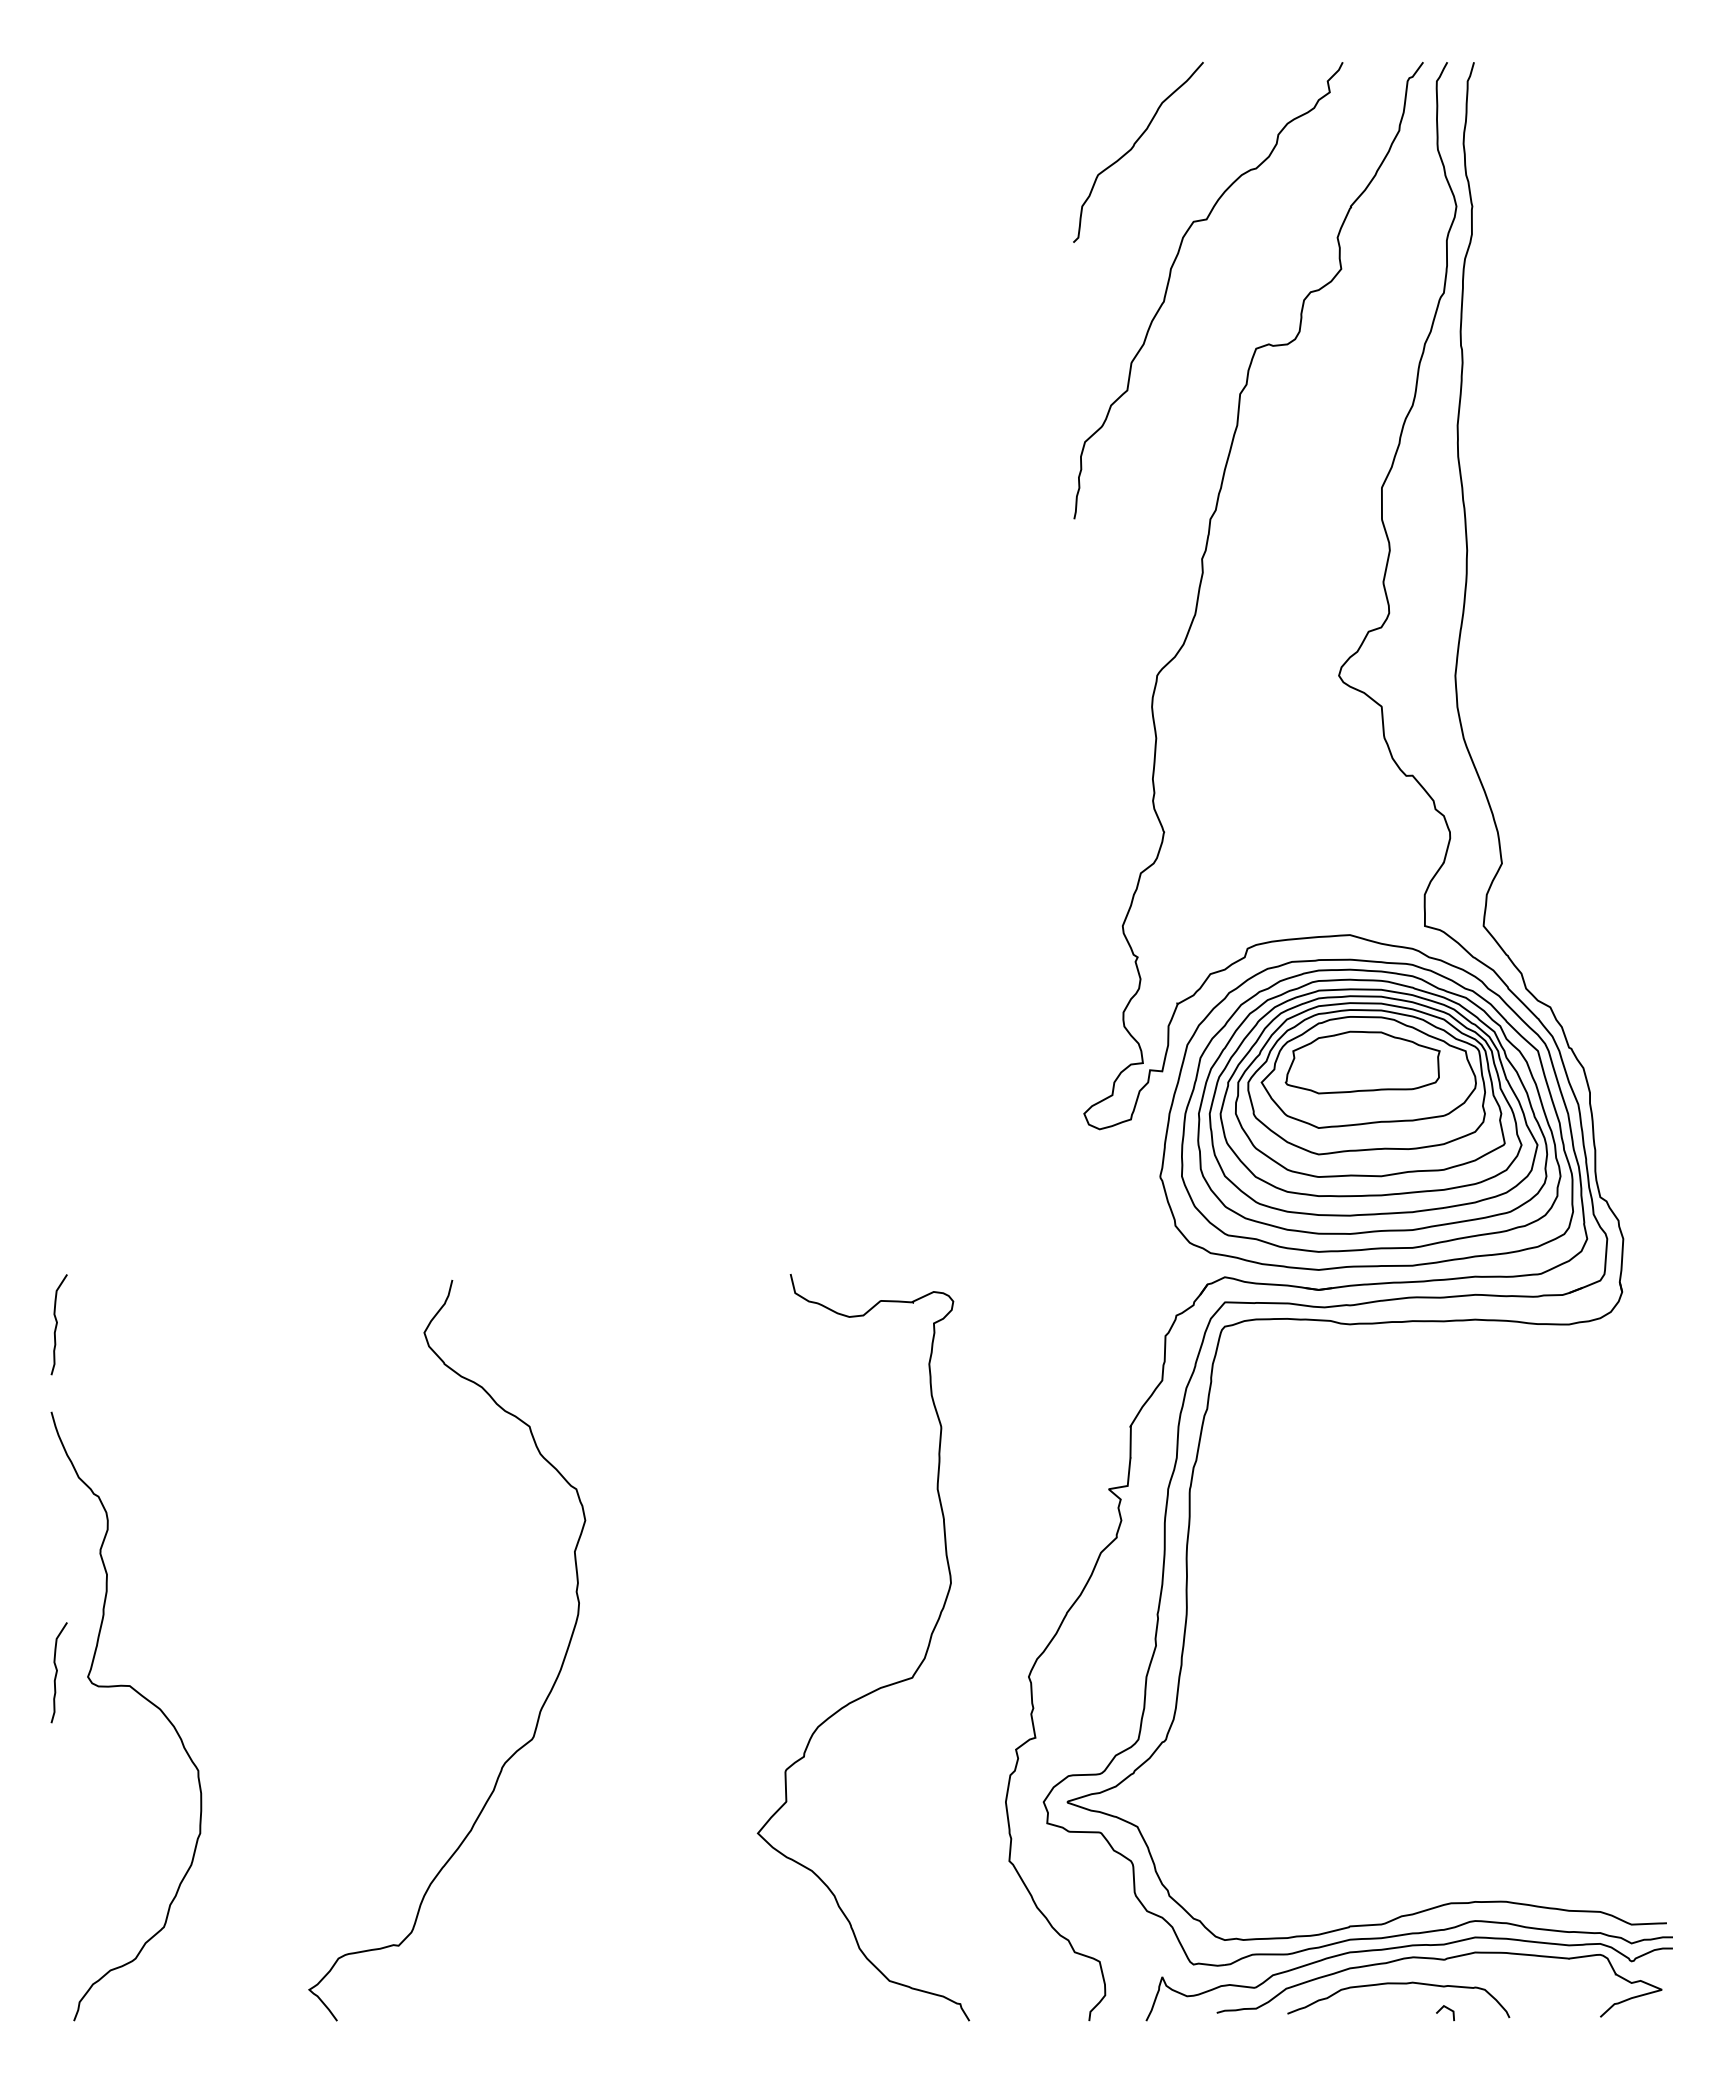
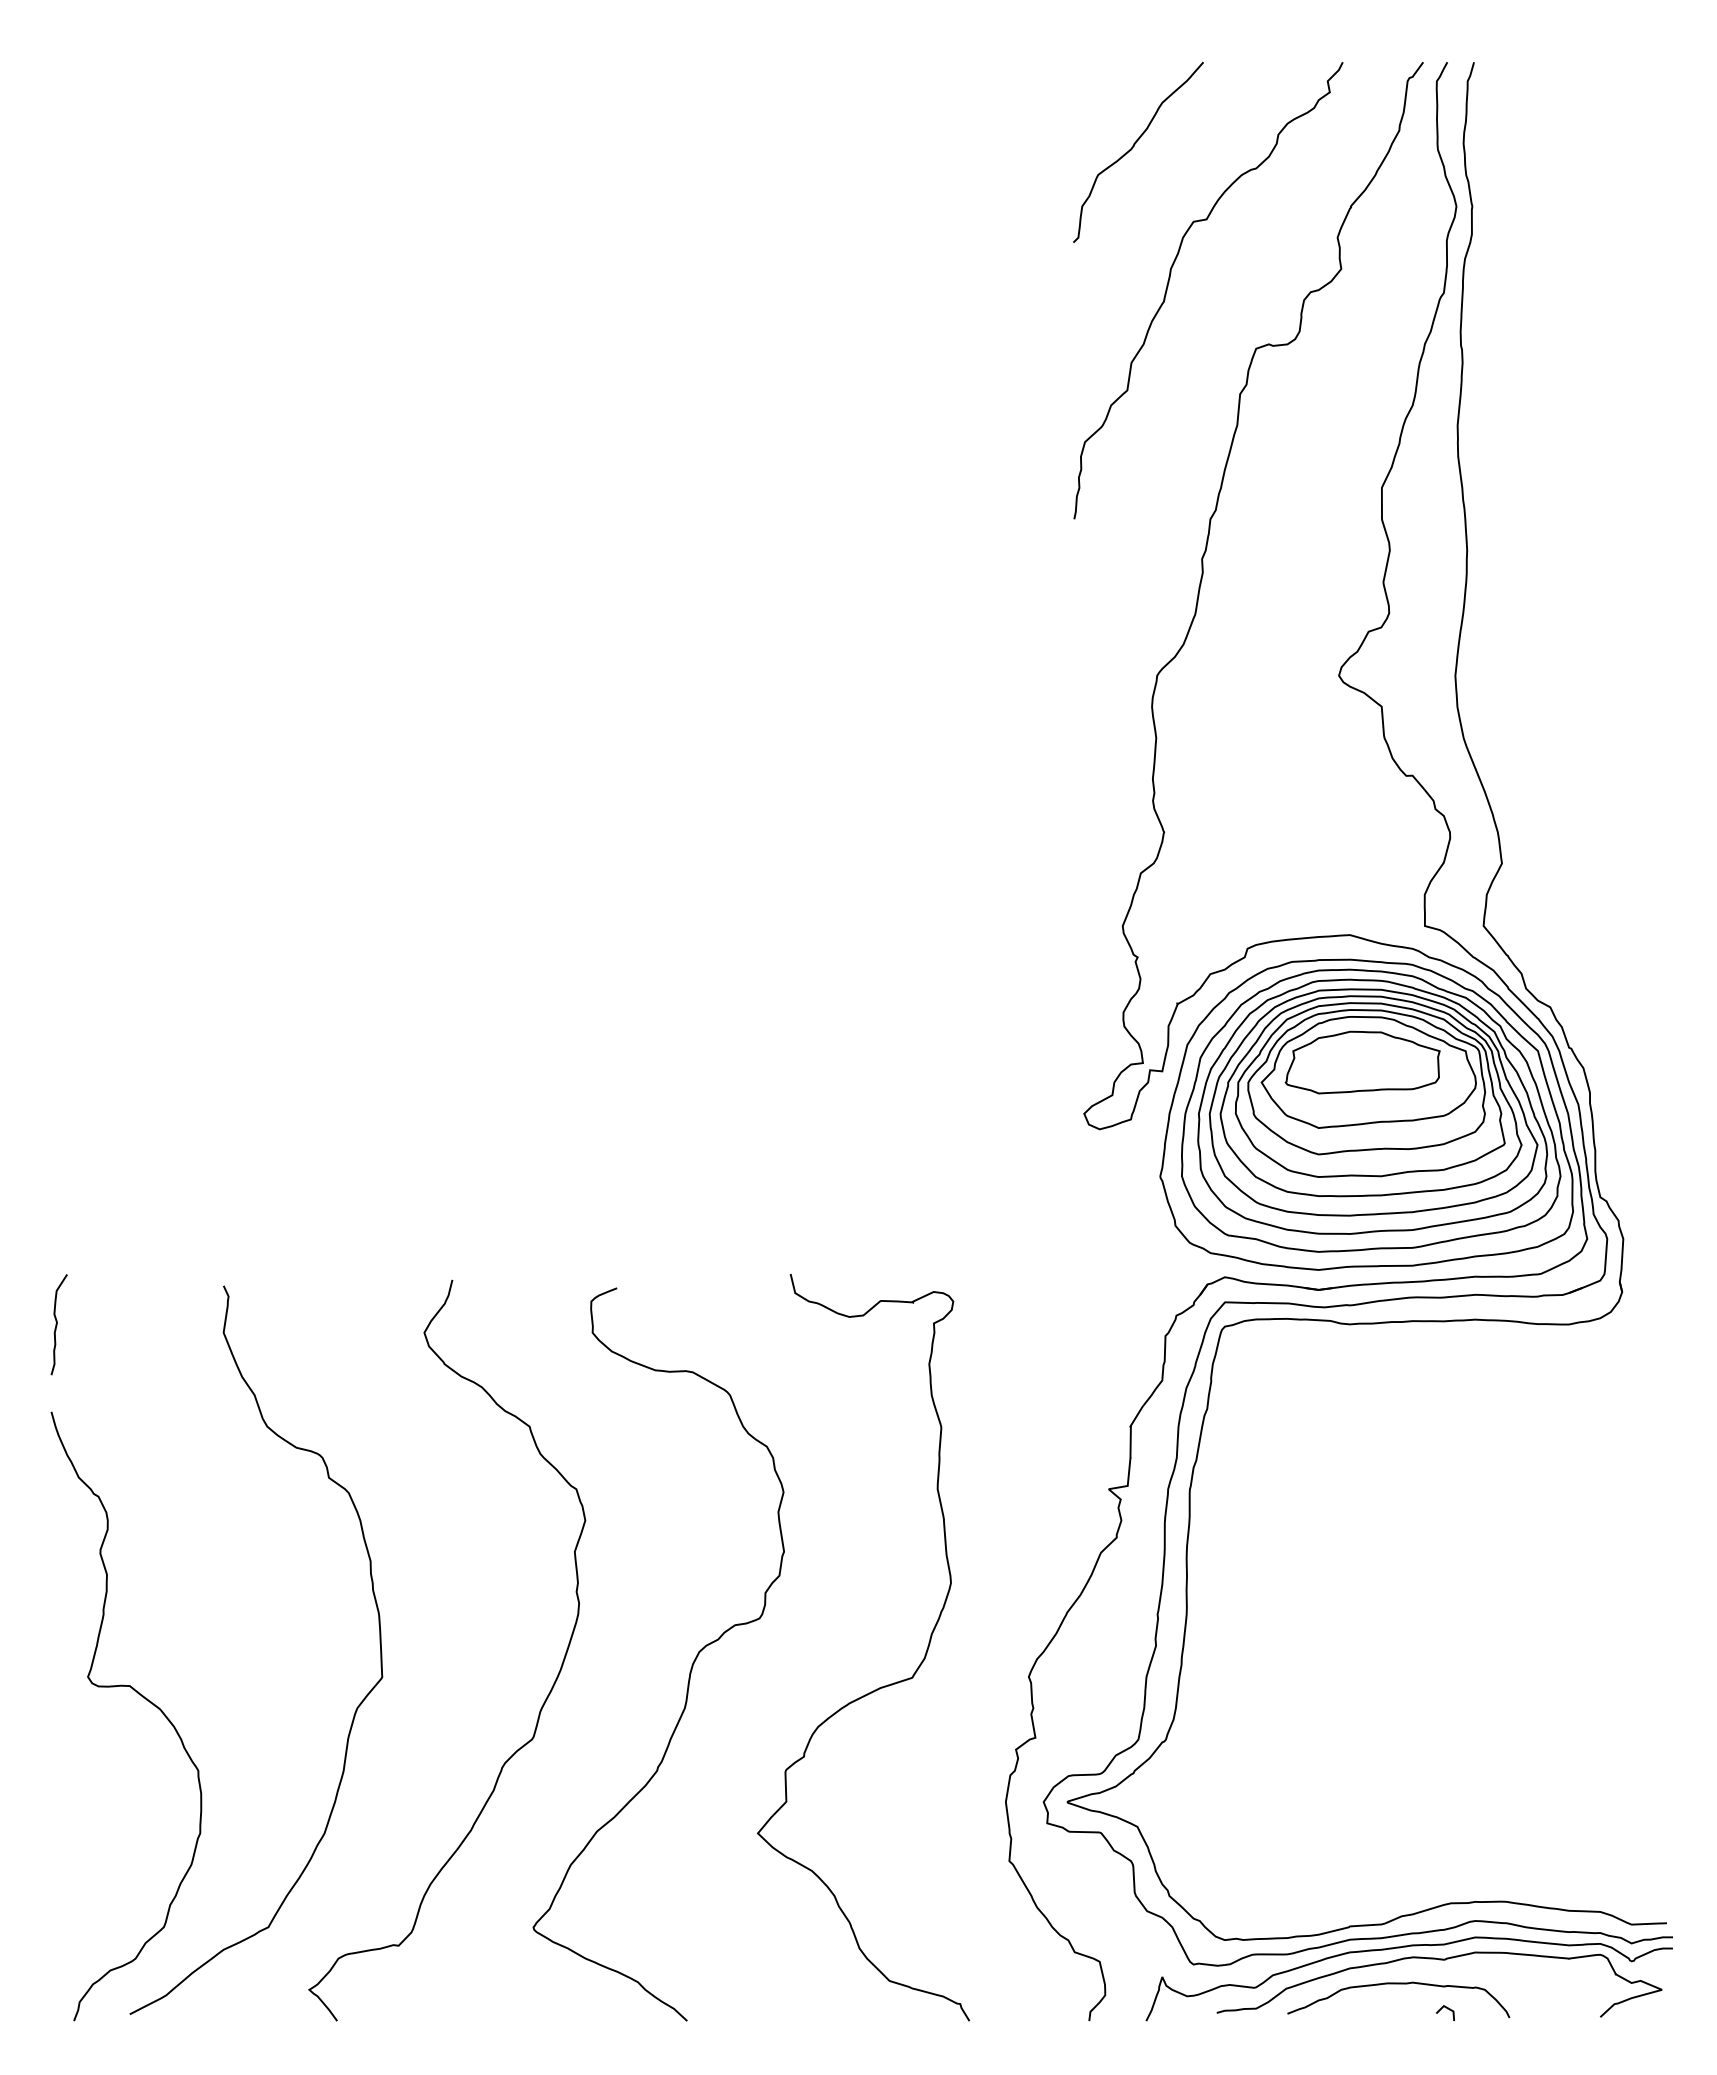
curve at (691, 1665): none -> present
curve at (57, 1672): present -> none
curve at (356, 1707): none -> present
